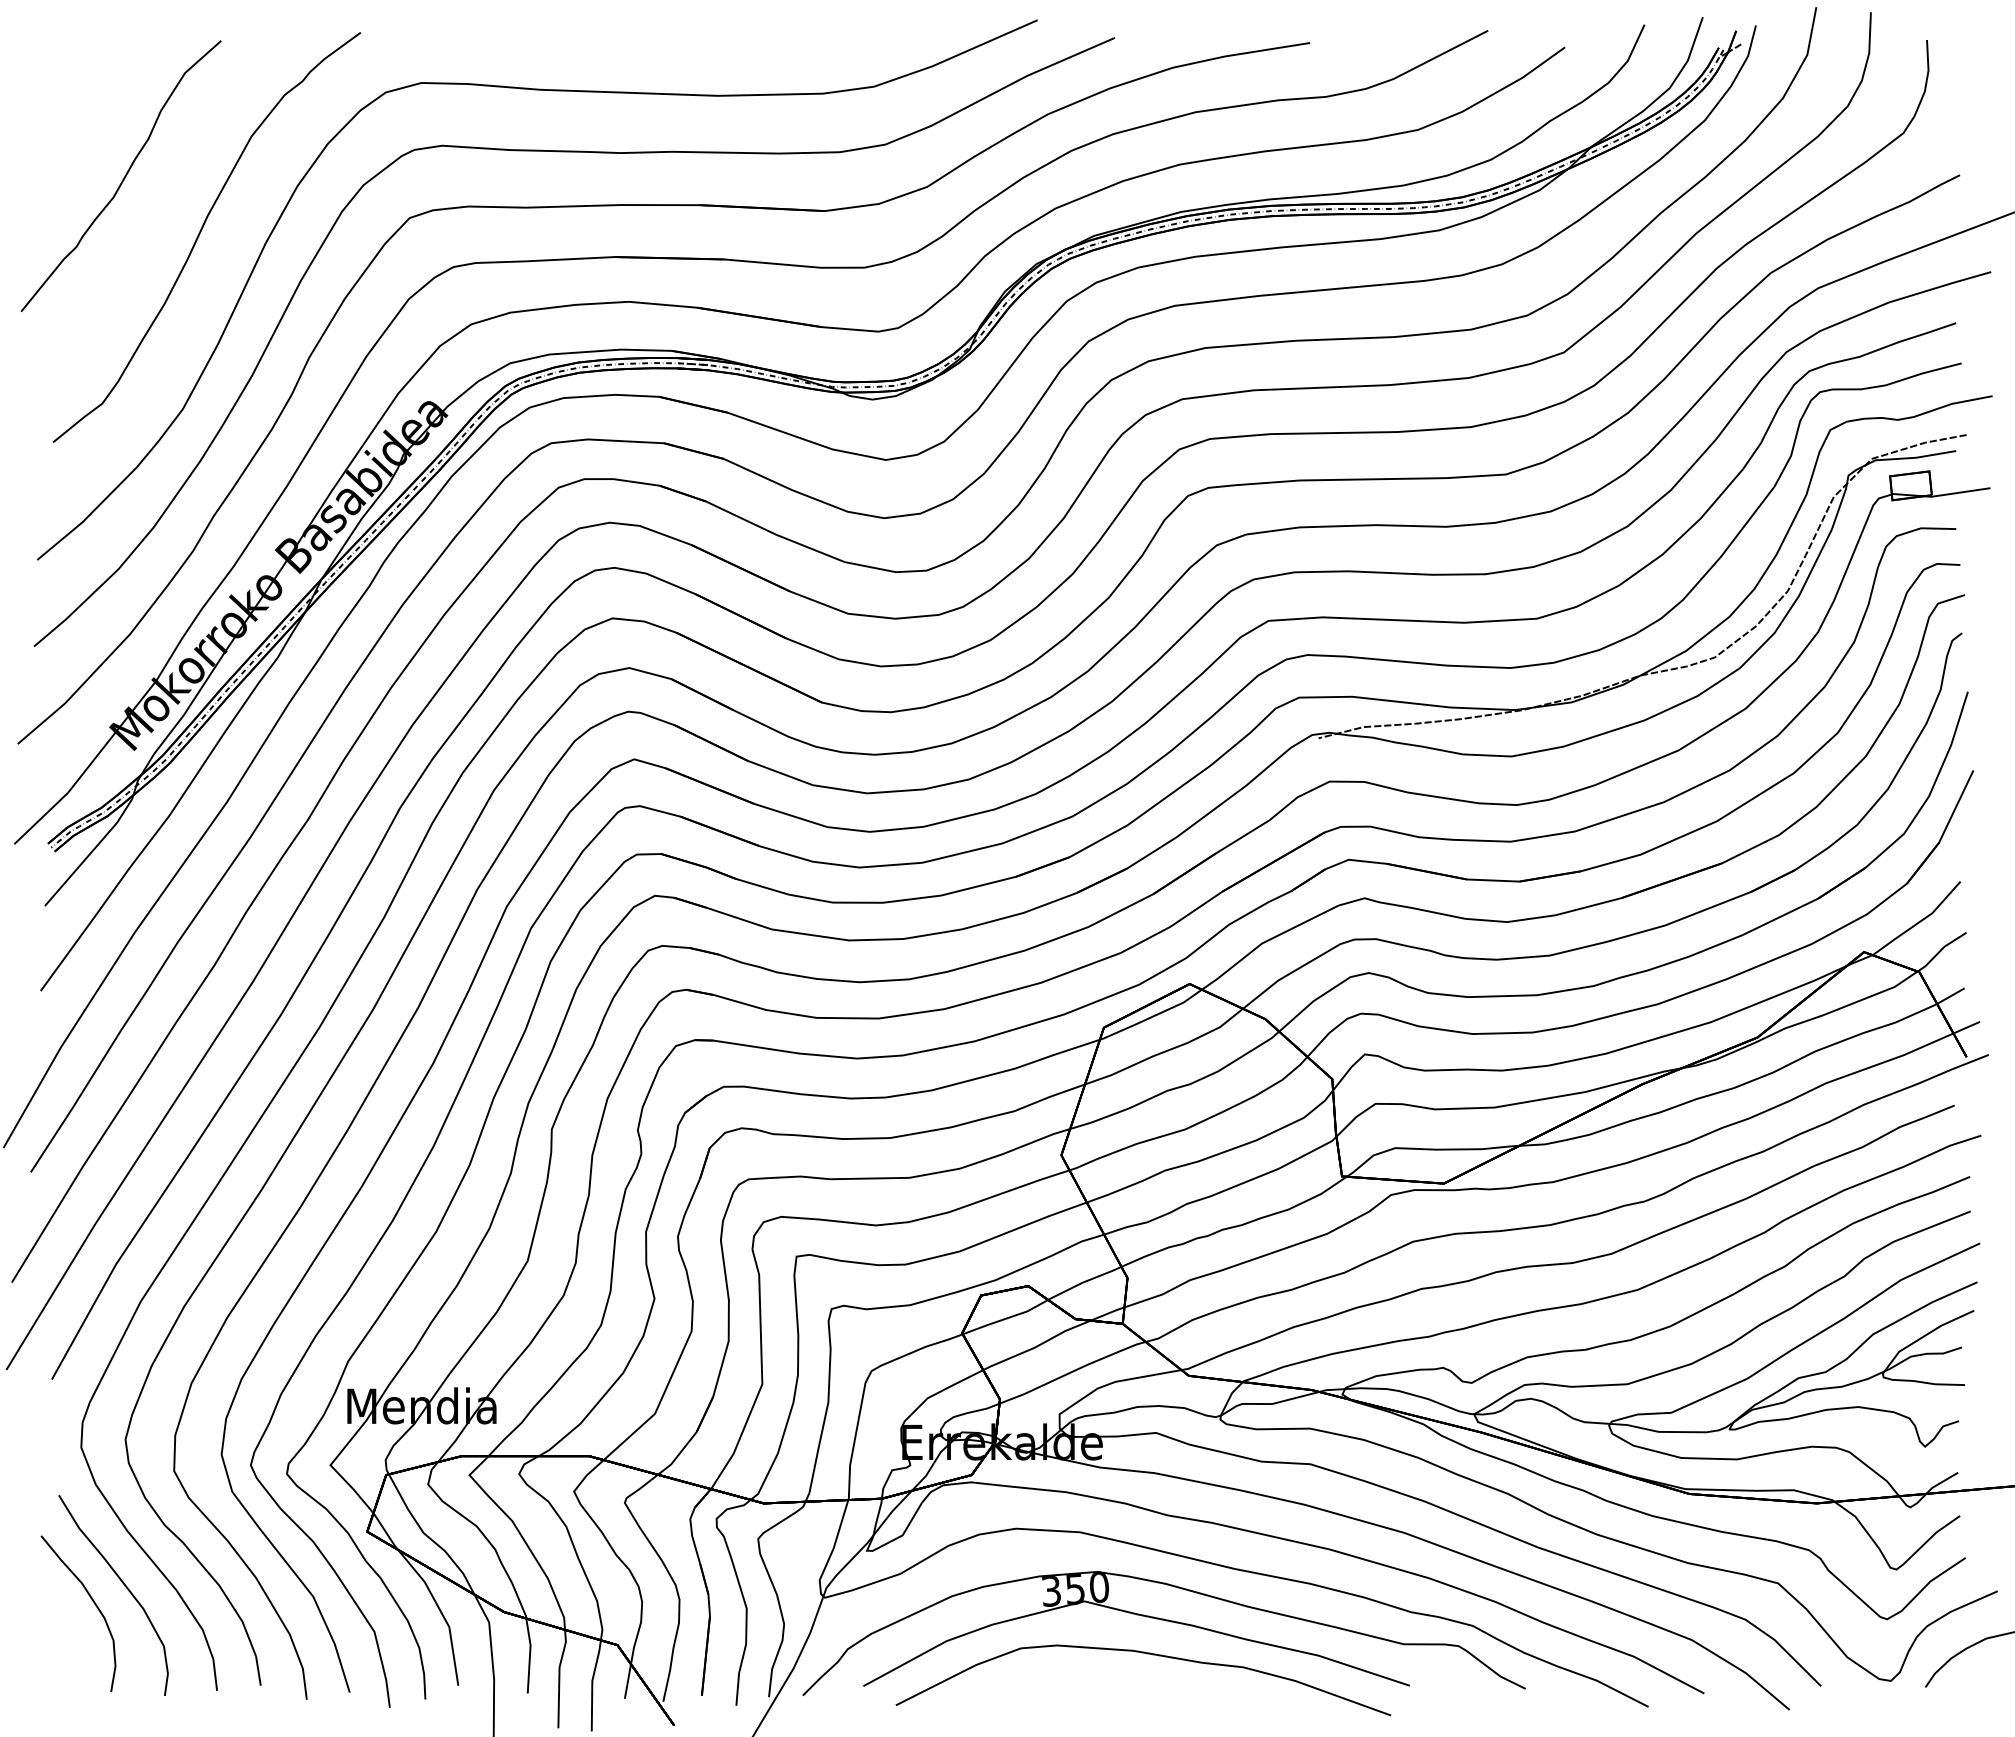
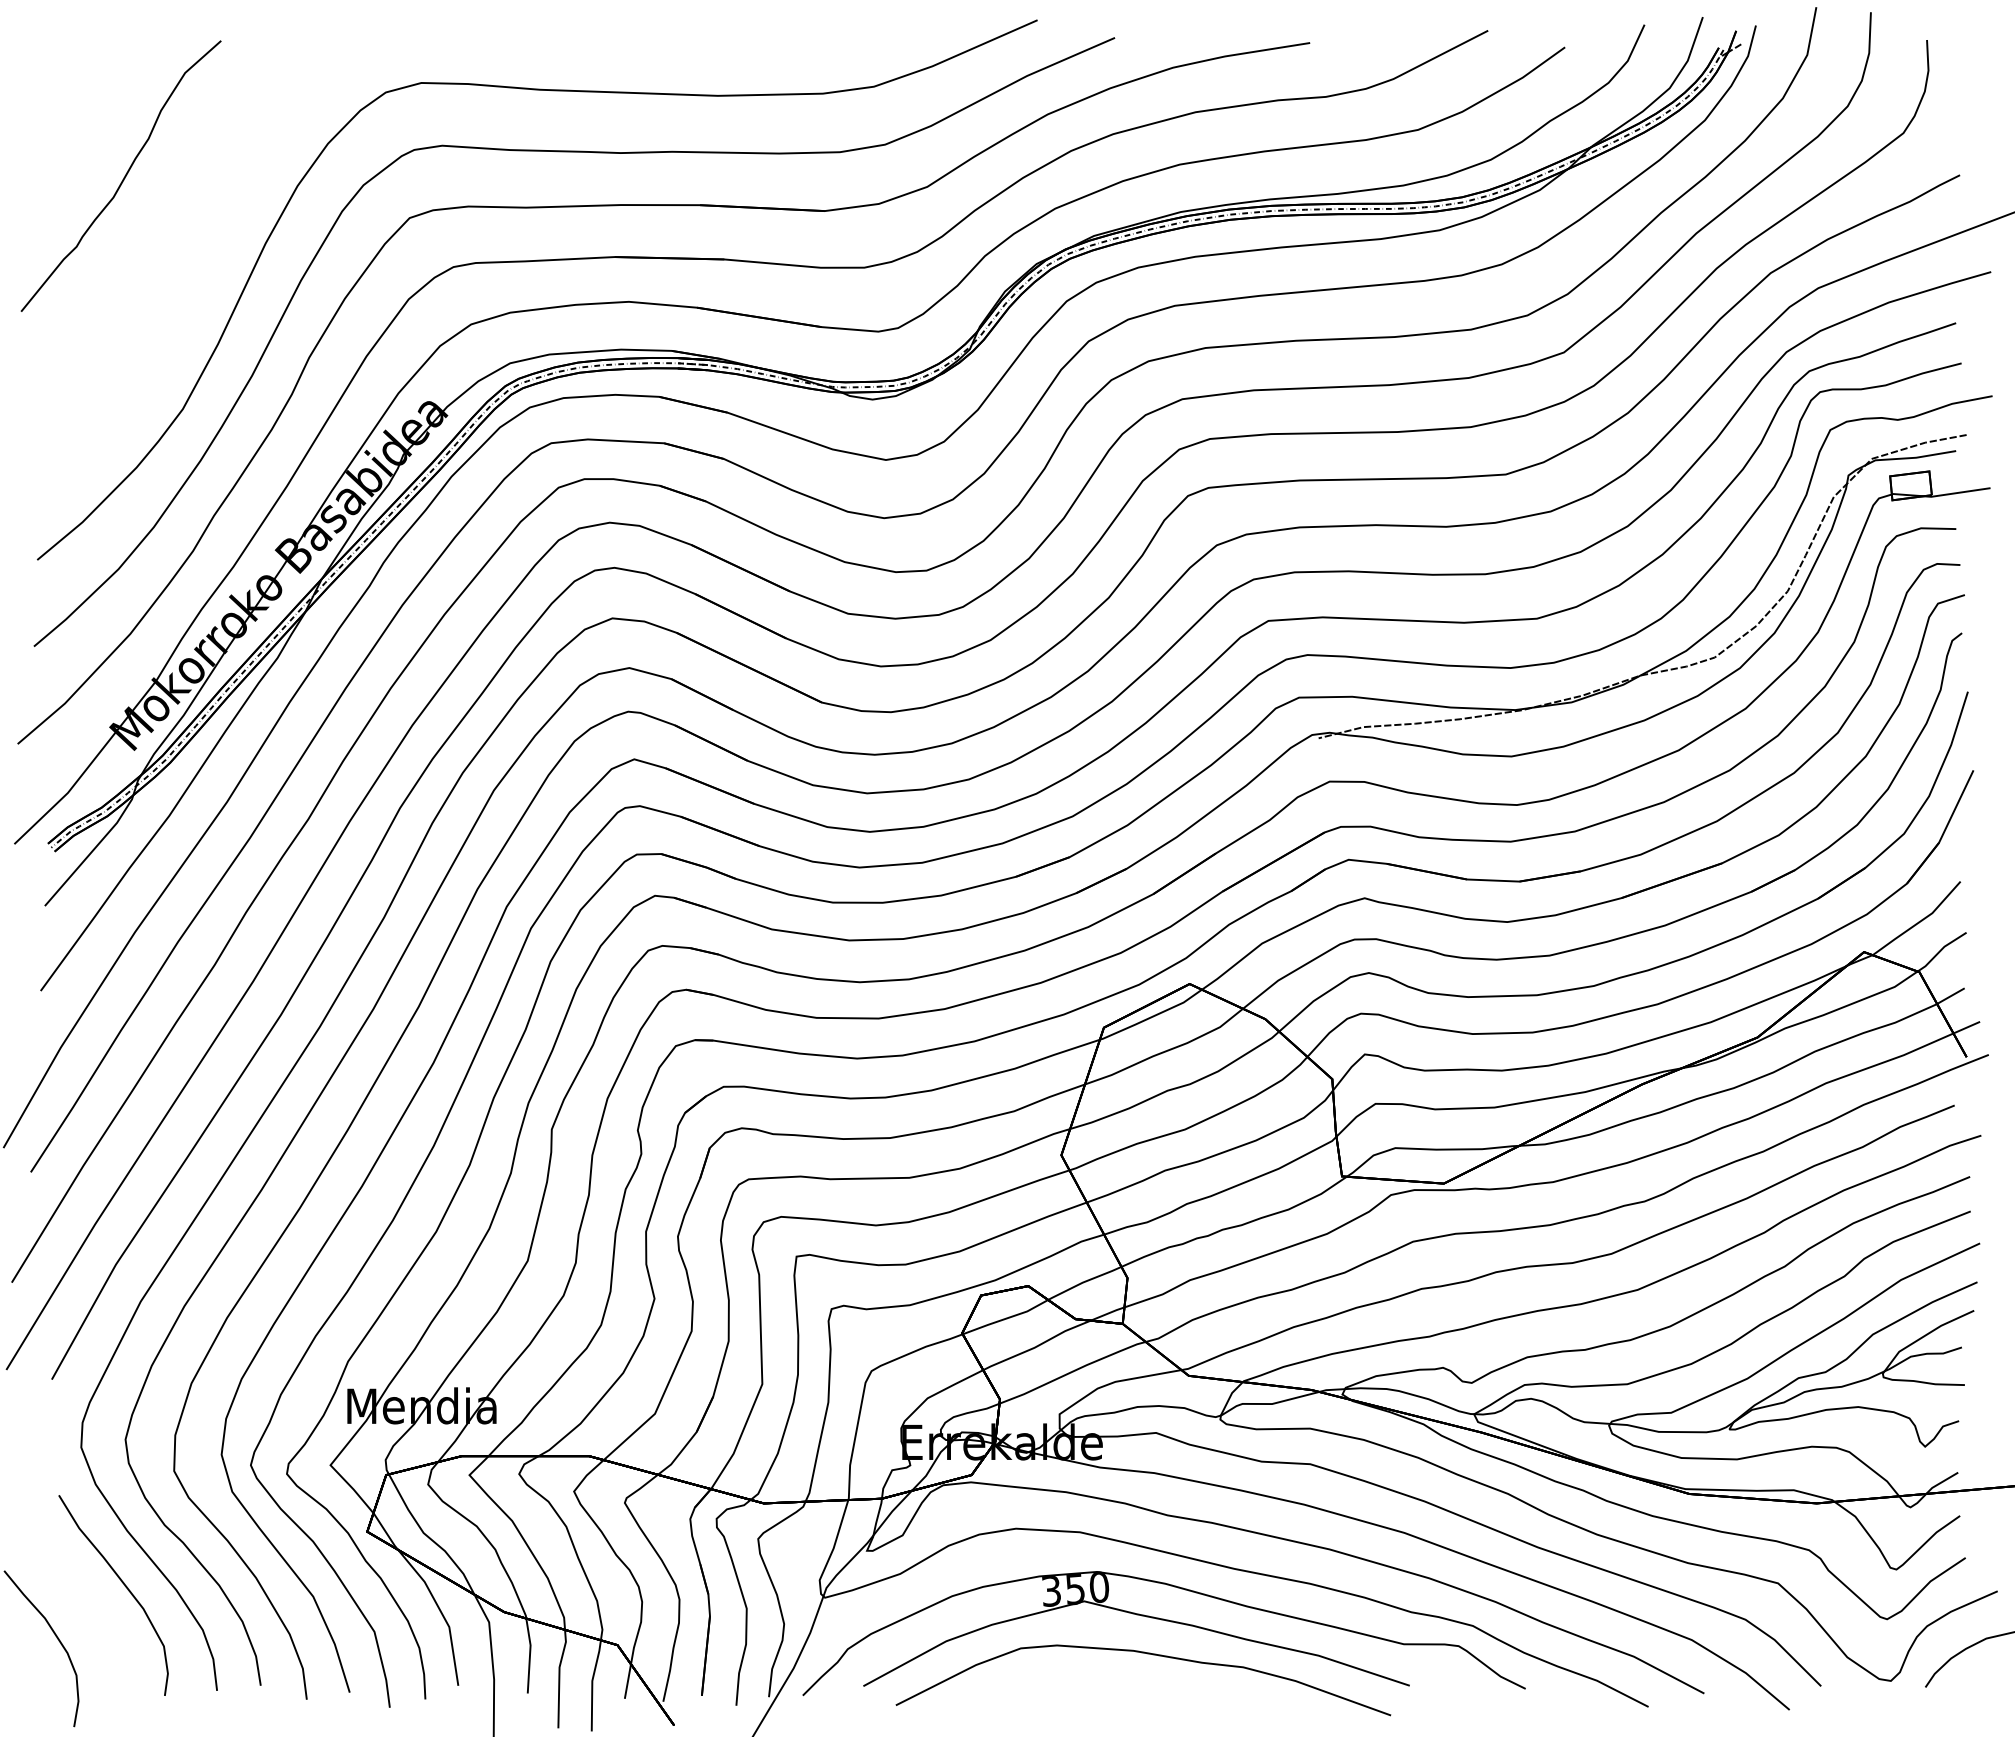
curve at (200, 234): present -> none
curve at (93, 1603) position: (93, 1603) -> (56, 1638)
